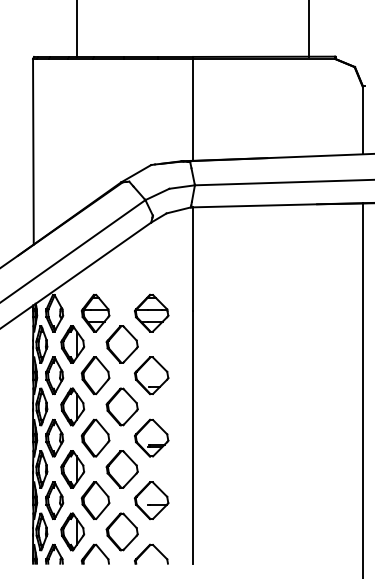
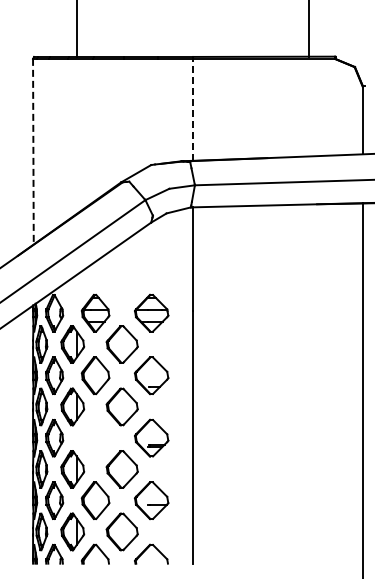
line at (193, 109): solid -> dashed
line at (33, 151): solid -> dashed
part at (95, 437): present -> none
